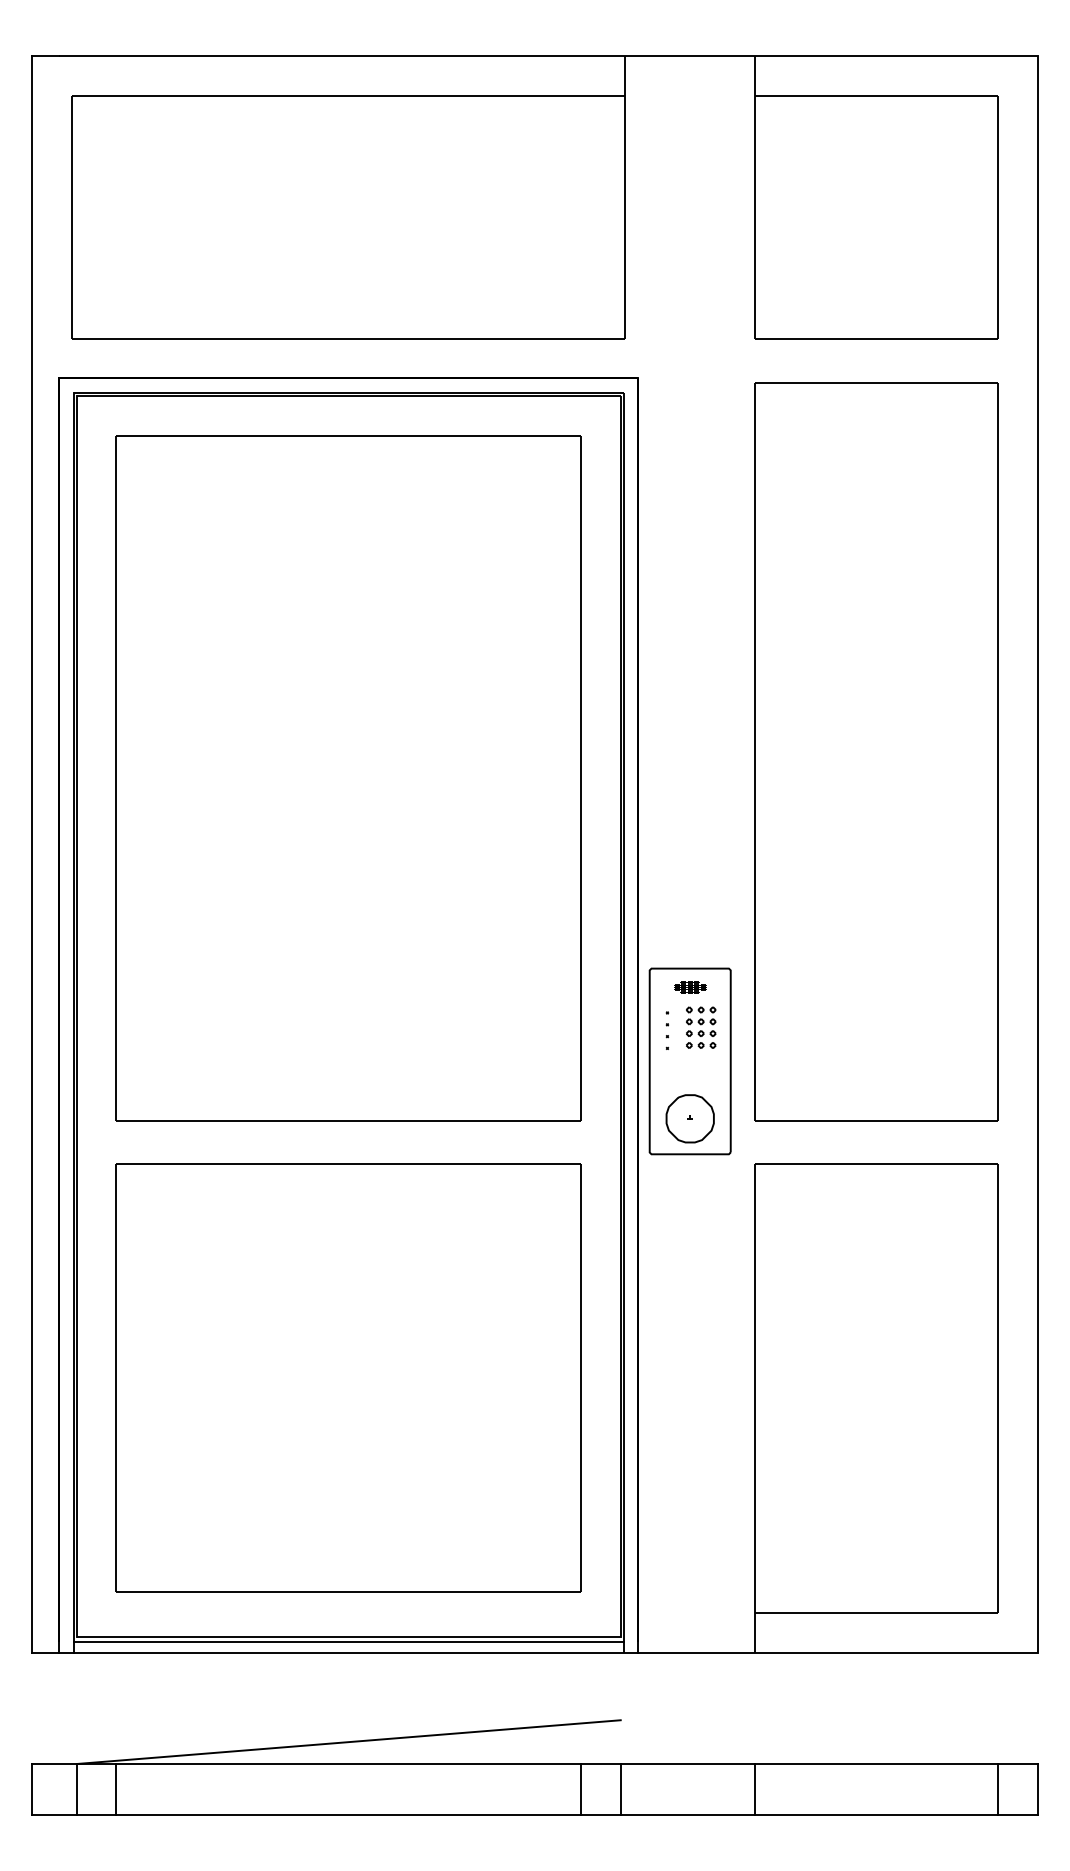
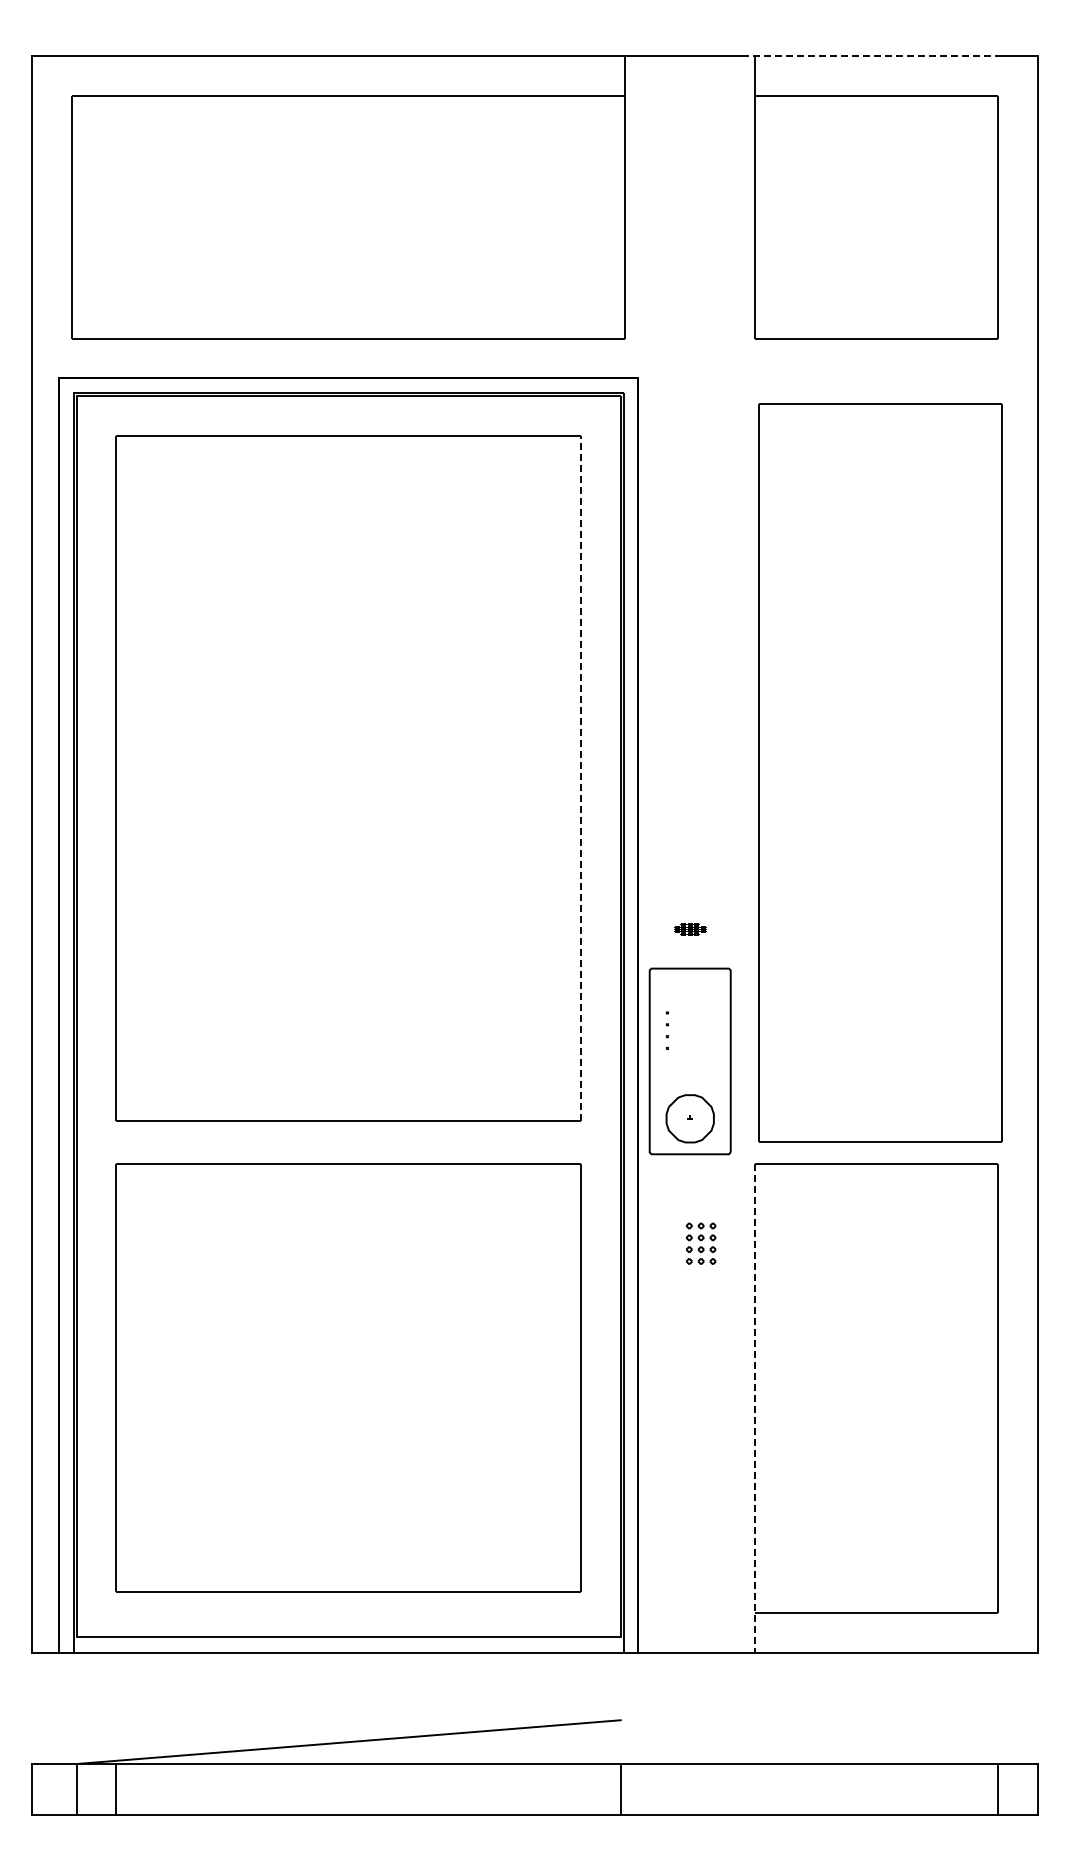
line at (870, 56): solid -> dashed
part at (876, 751) position: (876, 751) -> (880, 772)
line at (581, 777): solid -> dashed
part at (690, 987) position: (690, 987) -> (690, 929)
part at (701, 1027) position: (701, 1027) -> (701, 1243)
line at (754, 1409): solid -> dashed
line at (348, 1641): present -> none
line at (581, 1789): present -> none
line at (754, 1789): present -> none
